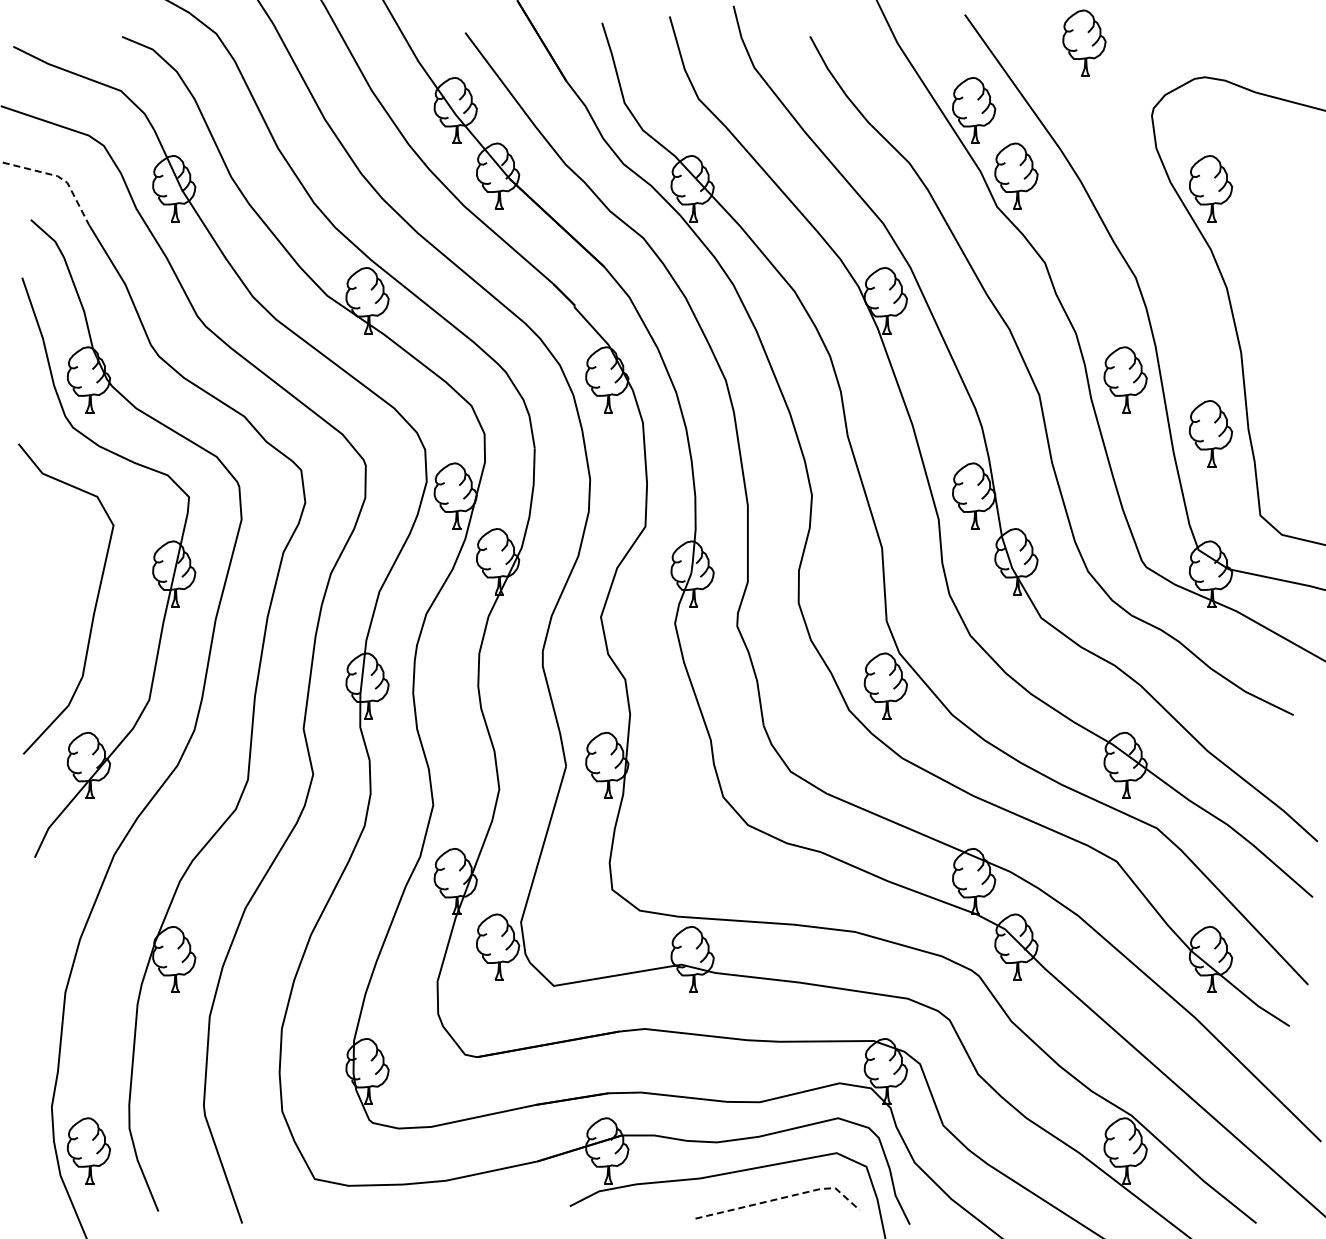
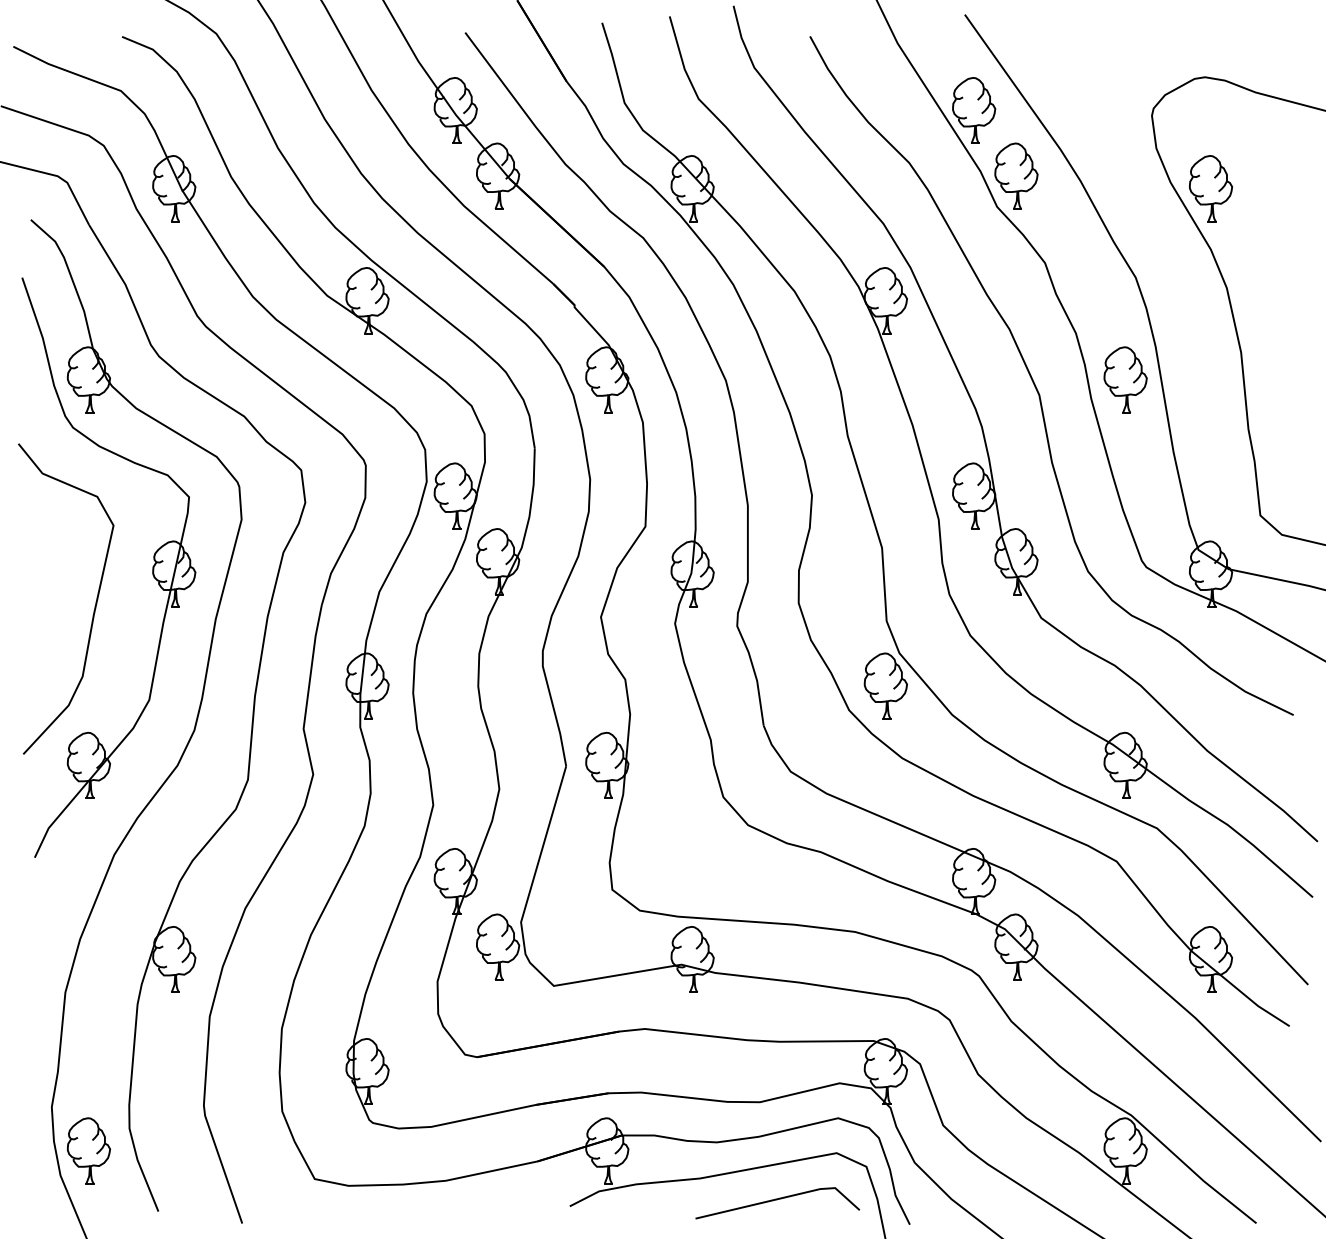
part at (1084, 42): present -> none
line at (58, 176): dashed -> solid
part at (1210, 433): present -> none
line at (782, 1198): dashed -> solid
